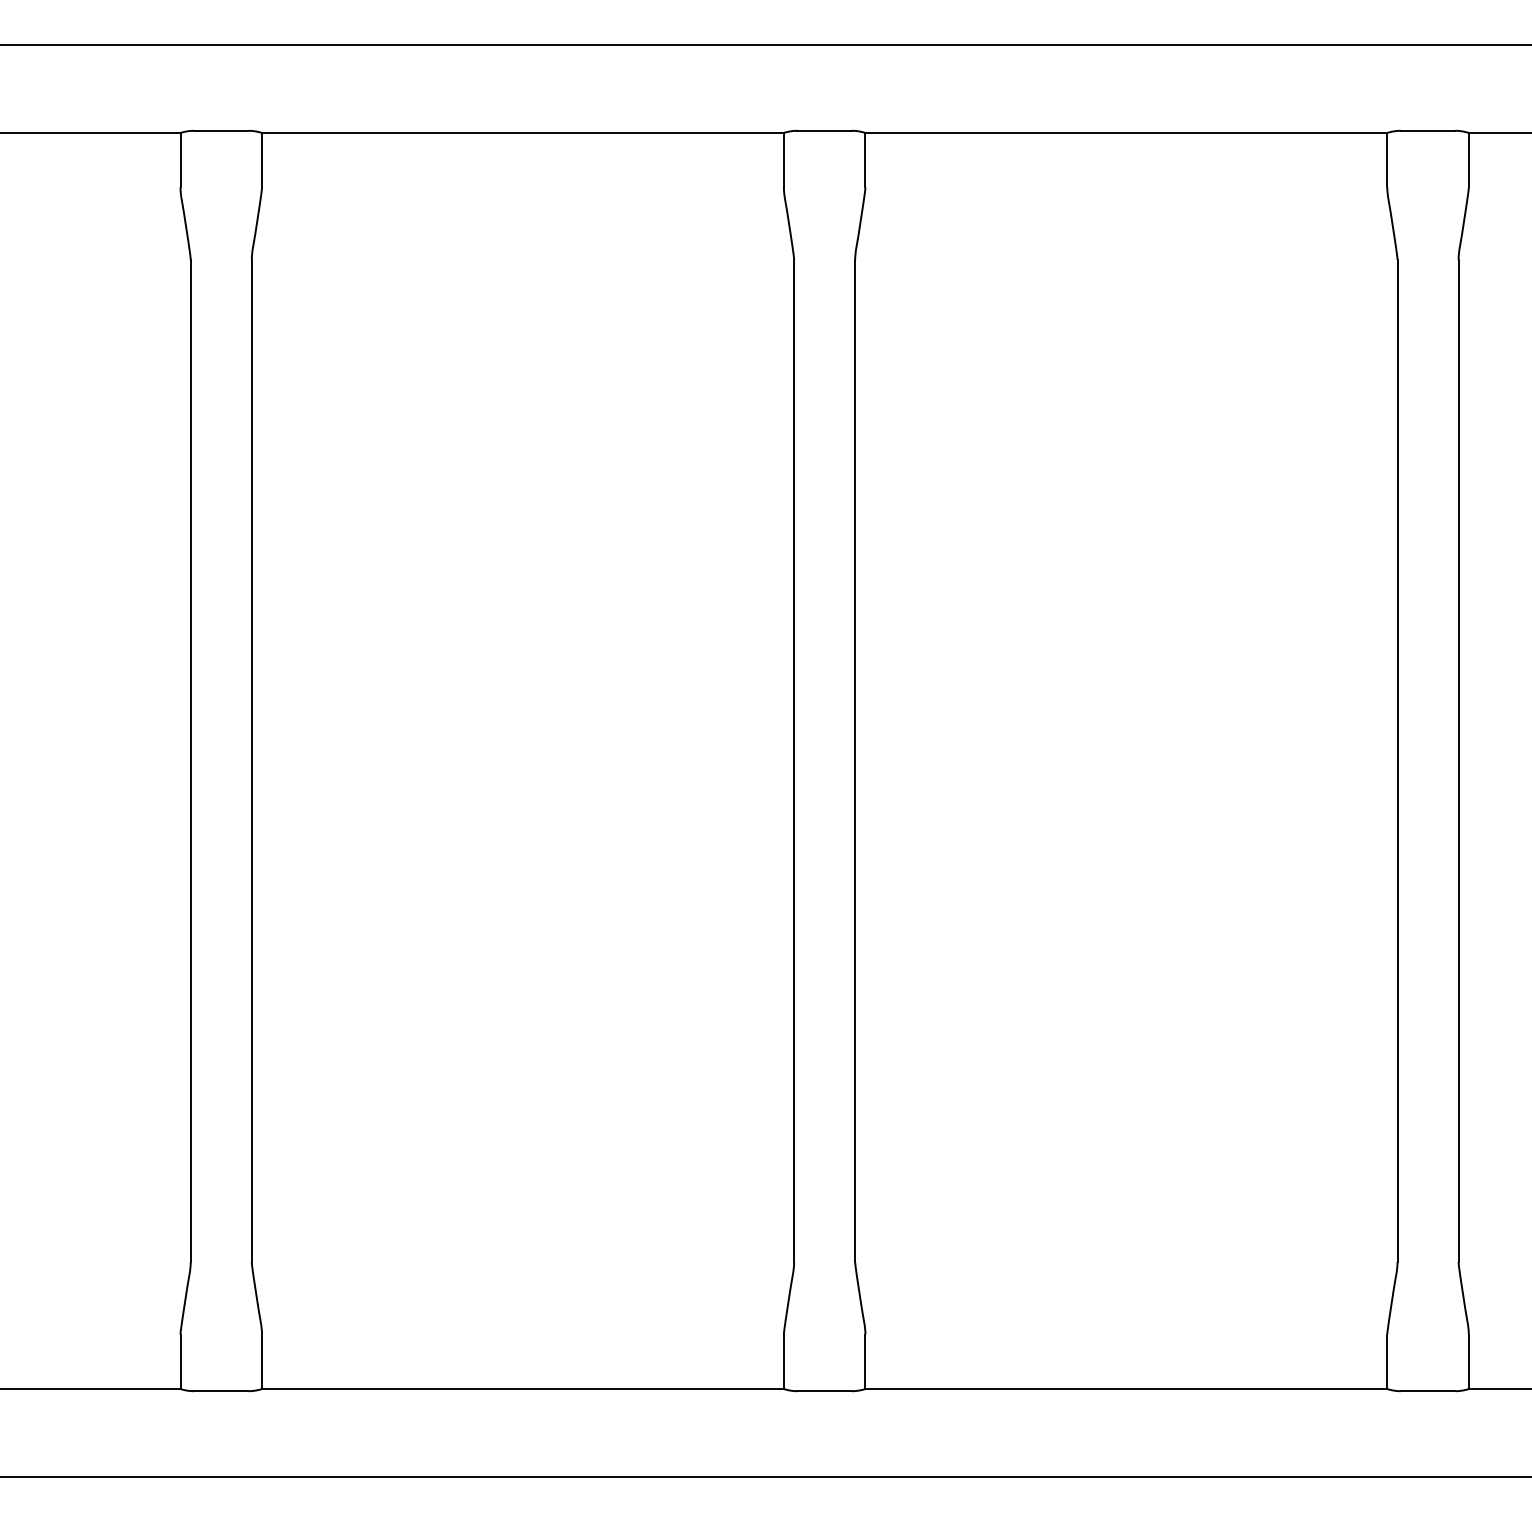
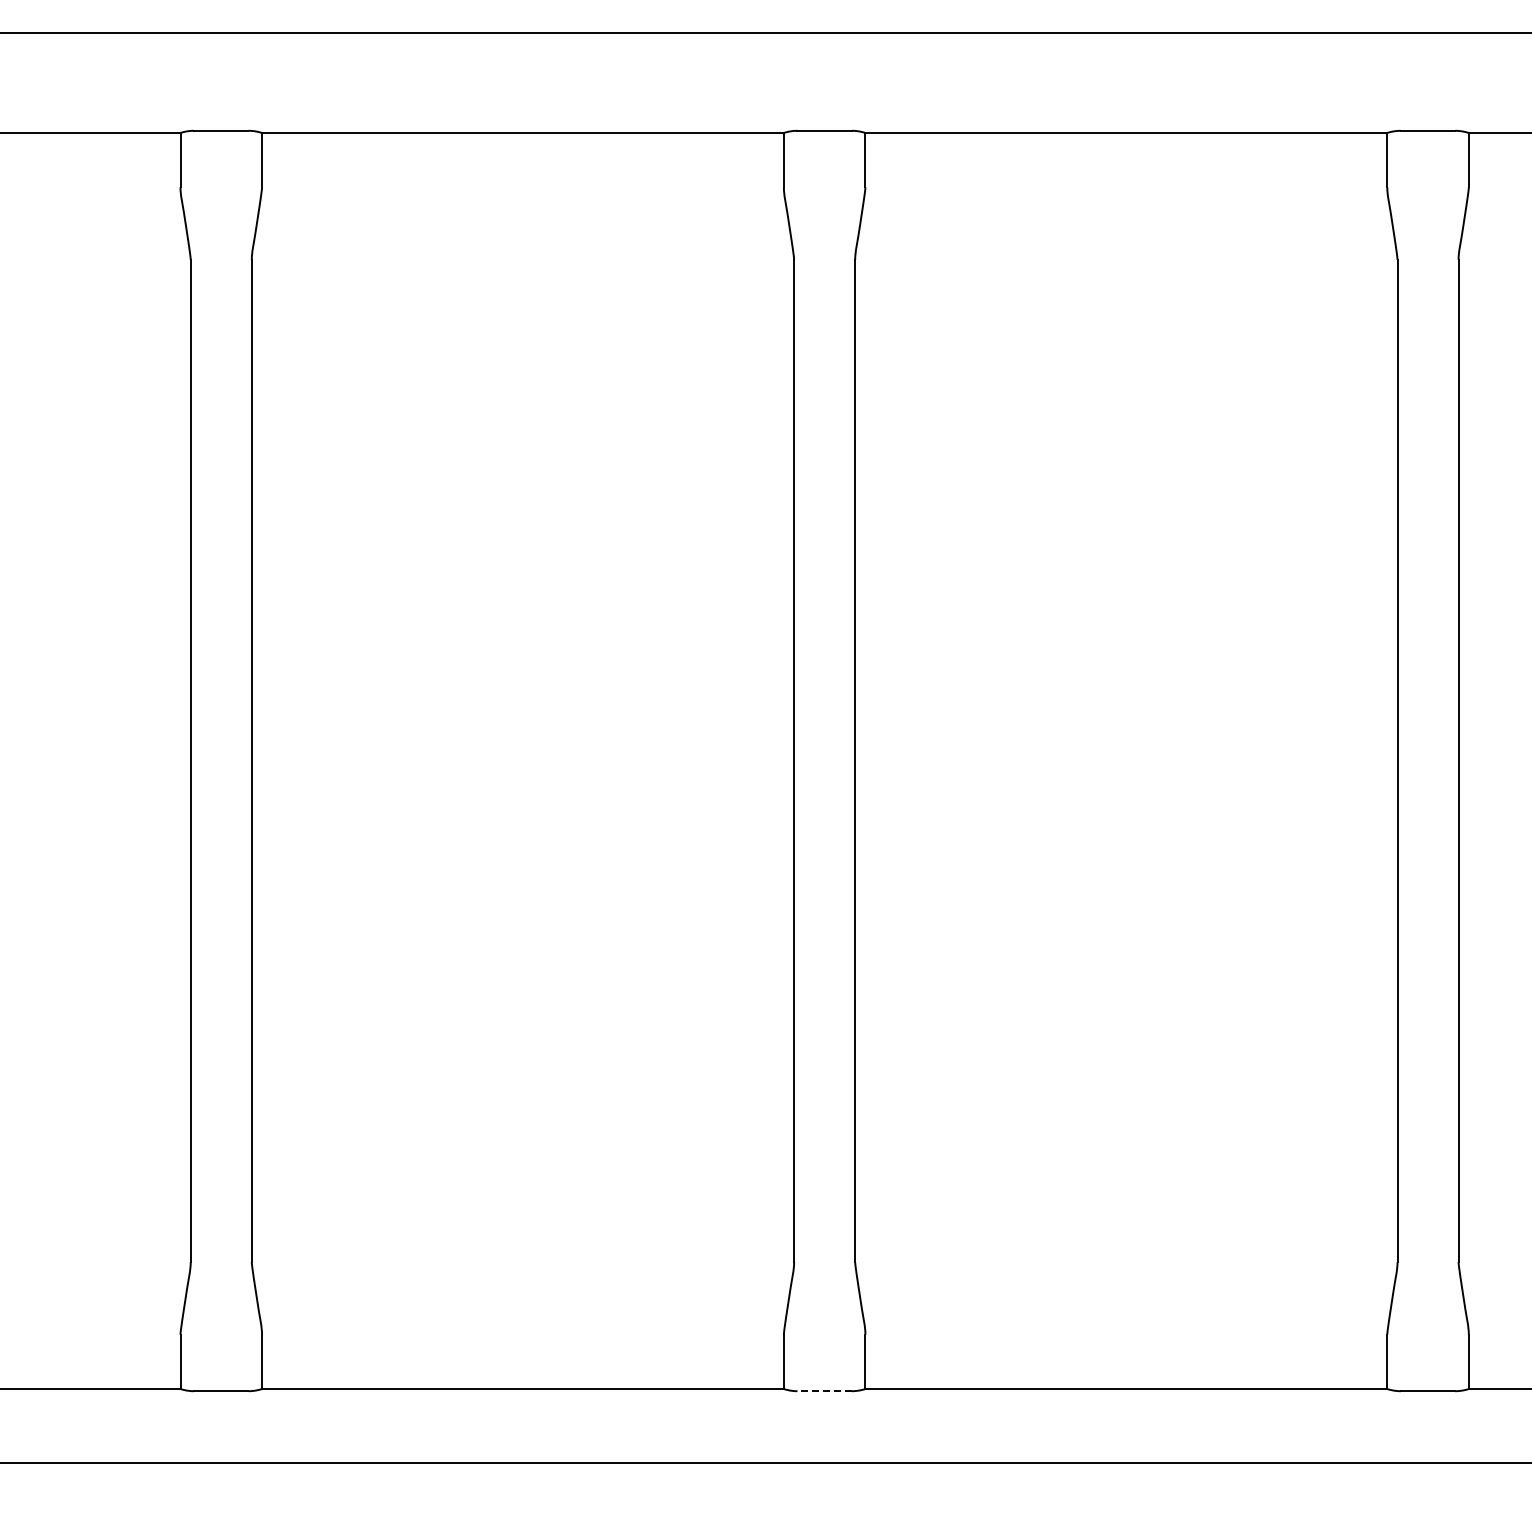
line at (765, 45) position: (765, 45) -> (765, 33)
line at (824, 1391): solid -> dashed
line at (765, 1476) position: (765, 1476) -> (765, 1462)
